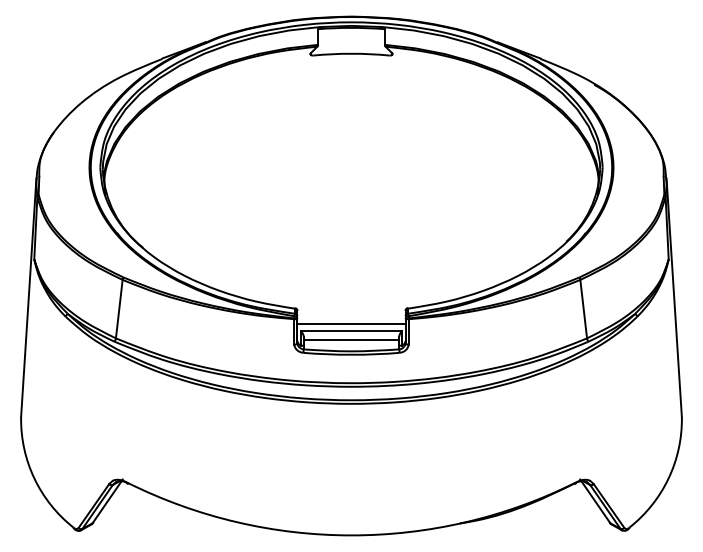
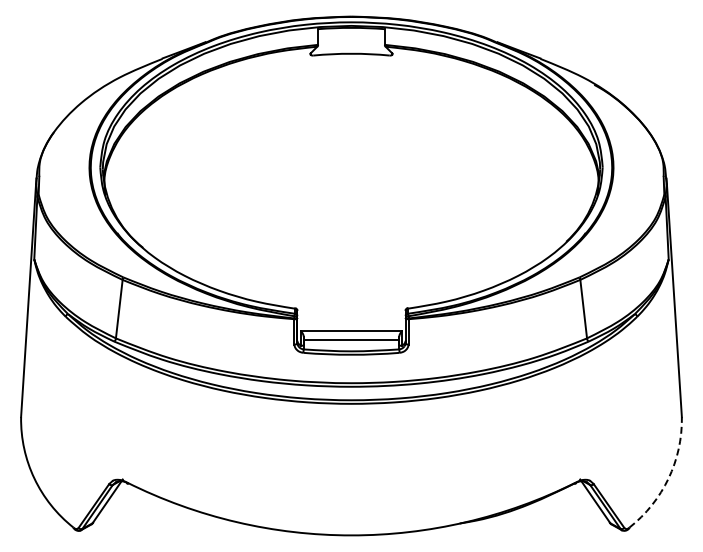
line at (351, 324): present -> none
arc at (668, 478): solid -> dashed
